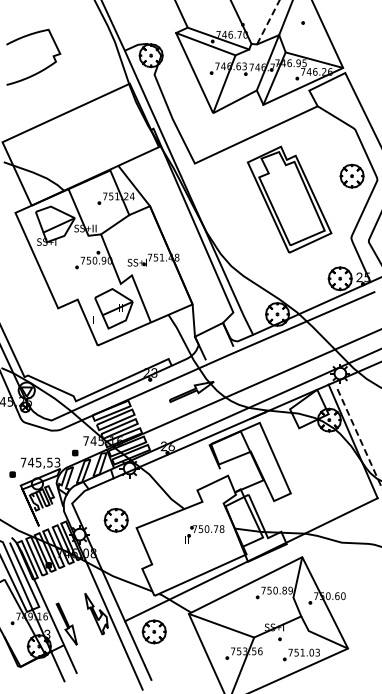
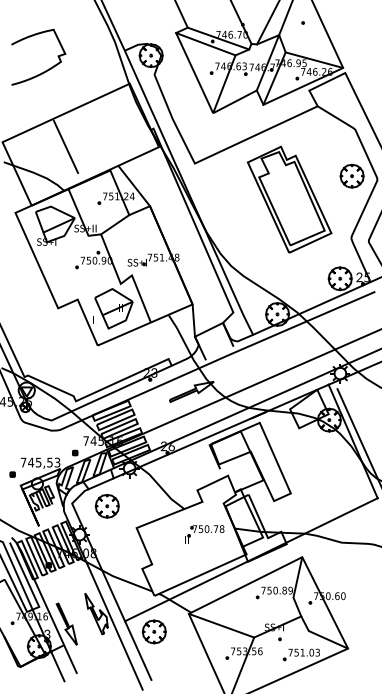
line at (268, 22): dashed -> solid
curve at (43, 68) position: (43, 68) -> (48, 68)
line at (65, 146): none -> present
line at (359, 438): dashed -> solid
part at (115, 520) position: (115, 520) -> (106, 506)
